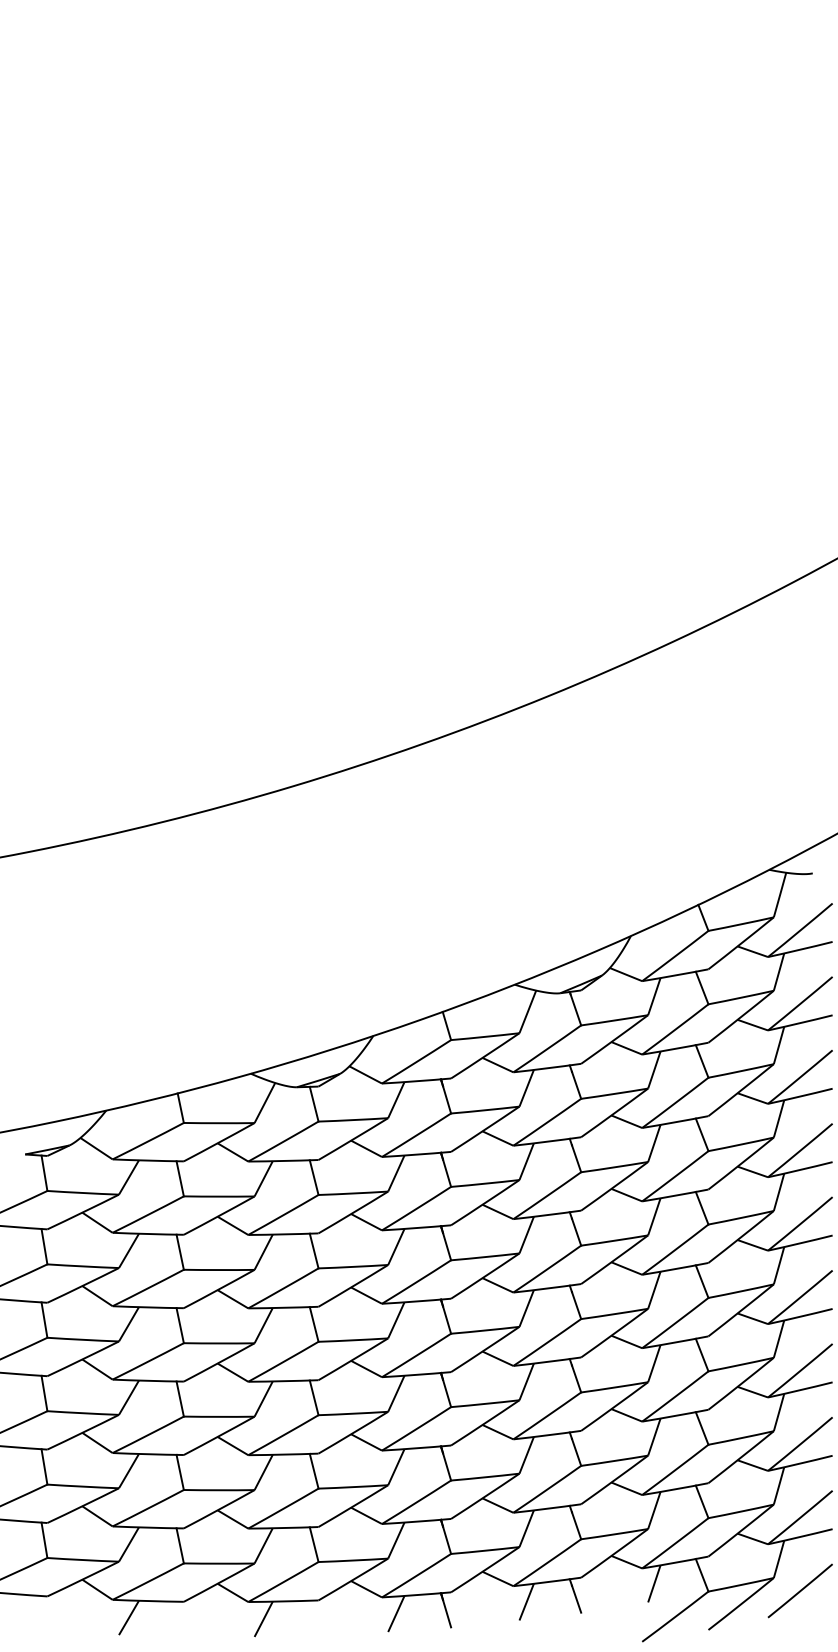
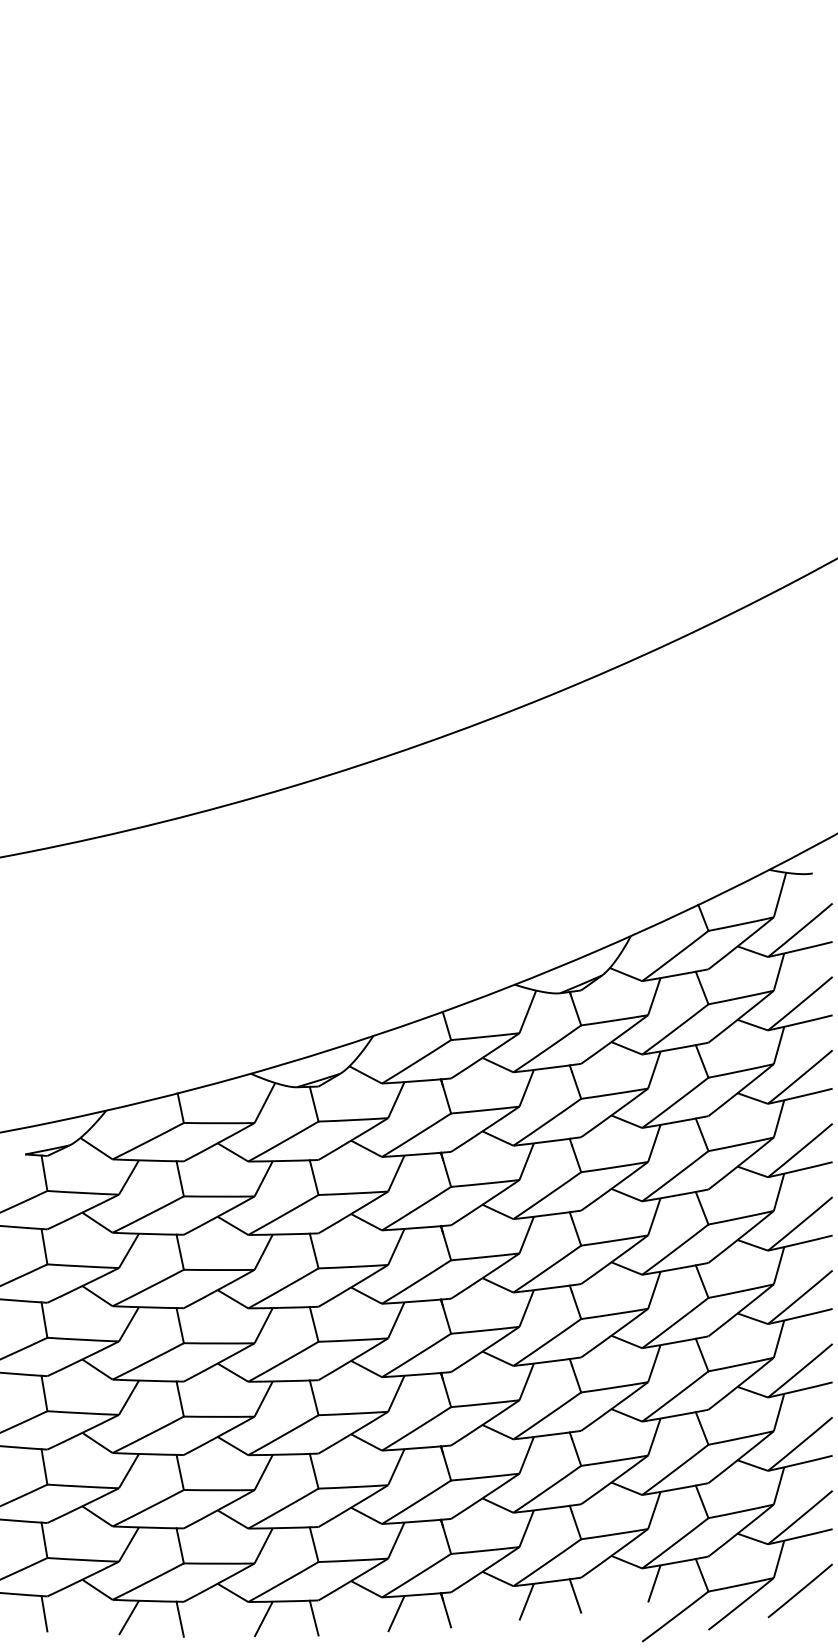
line at (44, 1613): none -> present
line at (313, 1617): none -> present
line at (179, 1618): none -> present
